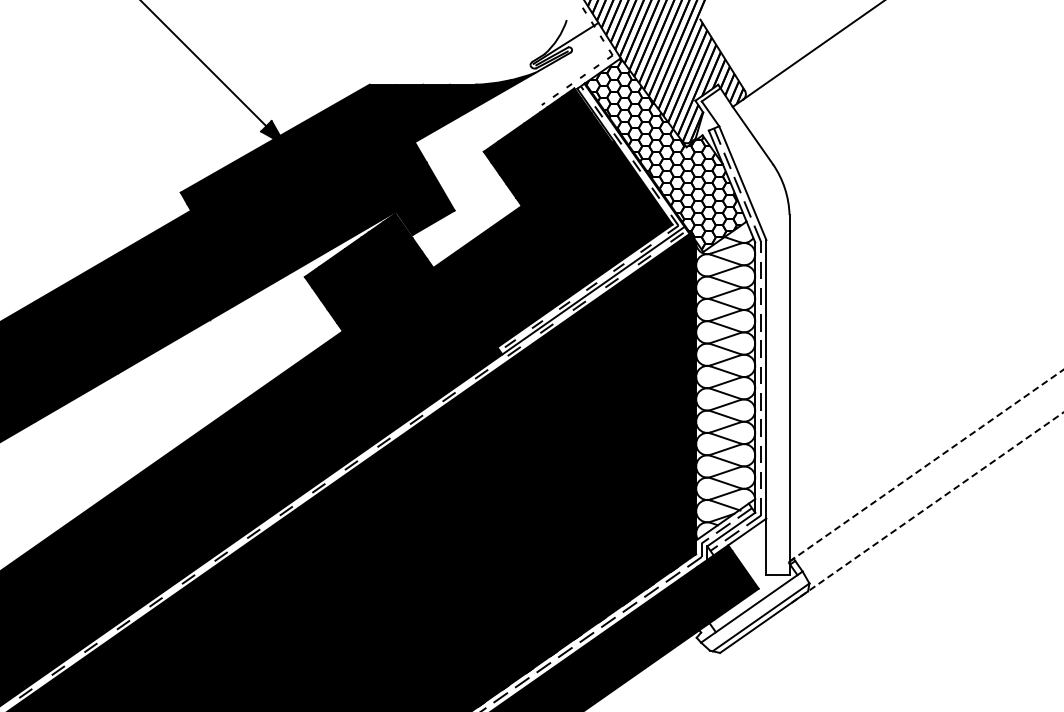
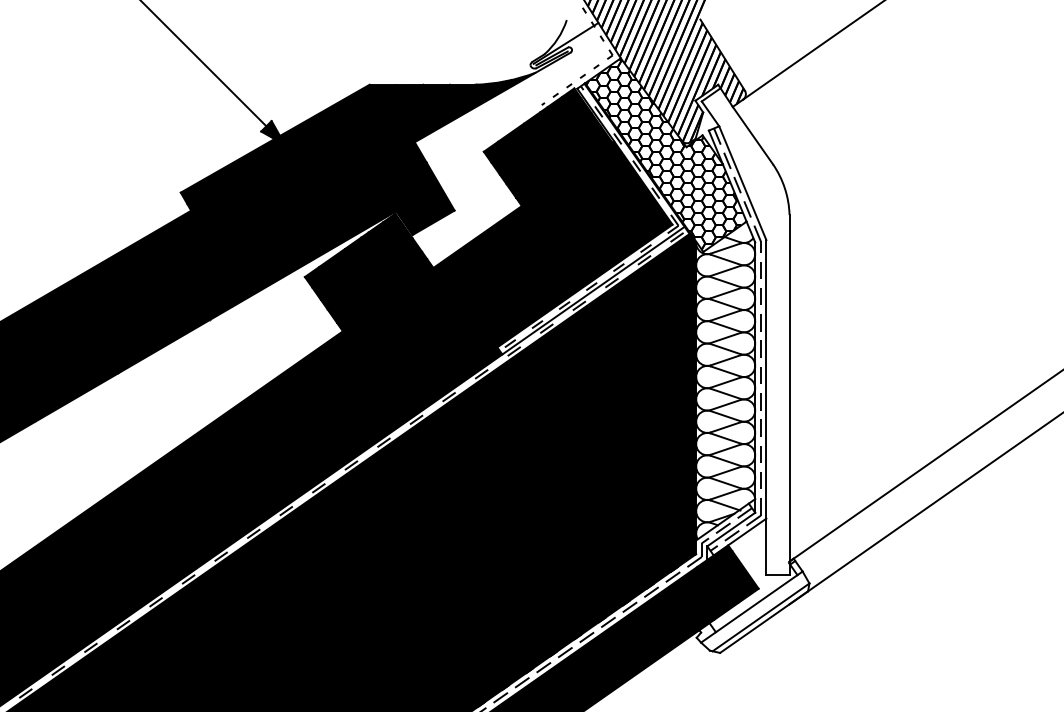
line at (926, 465): dashed -> solid
line at (926, 508): dashed -> solid
